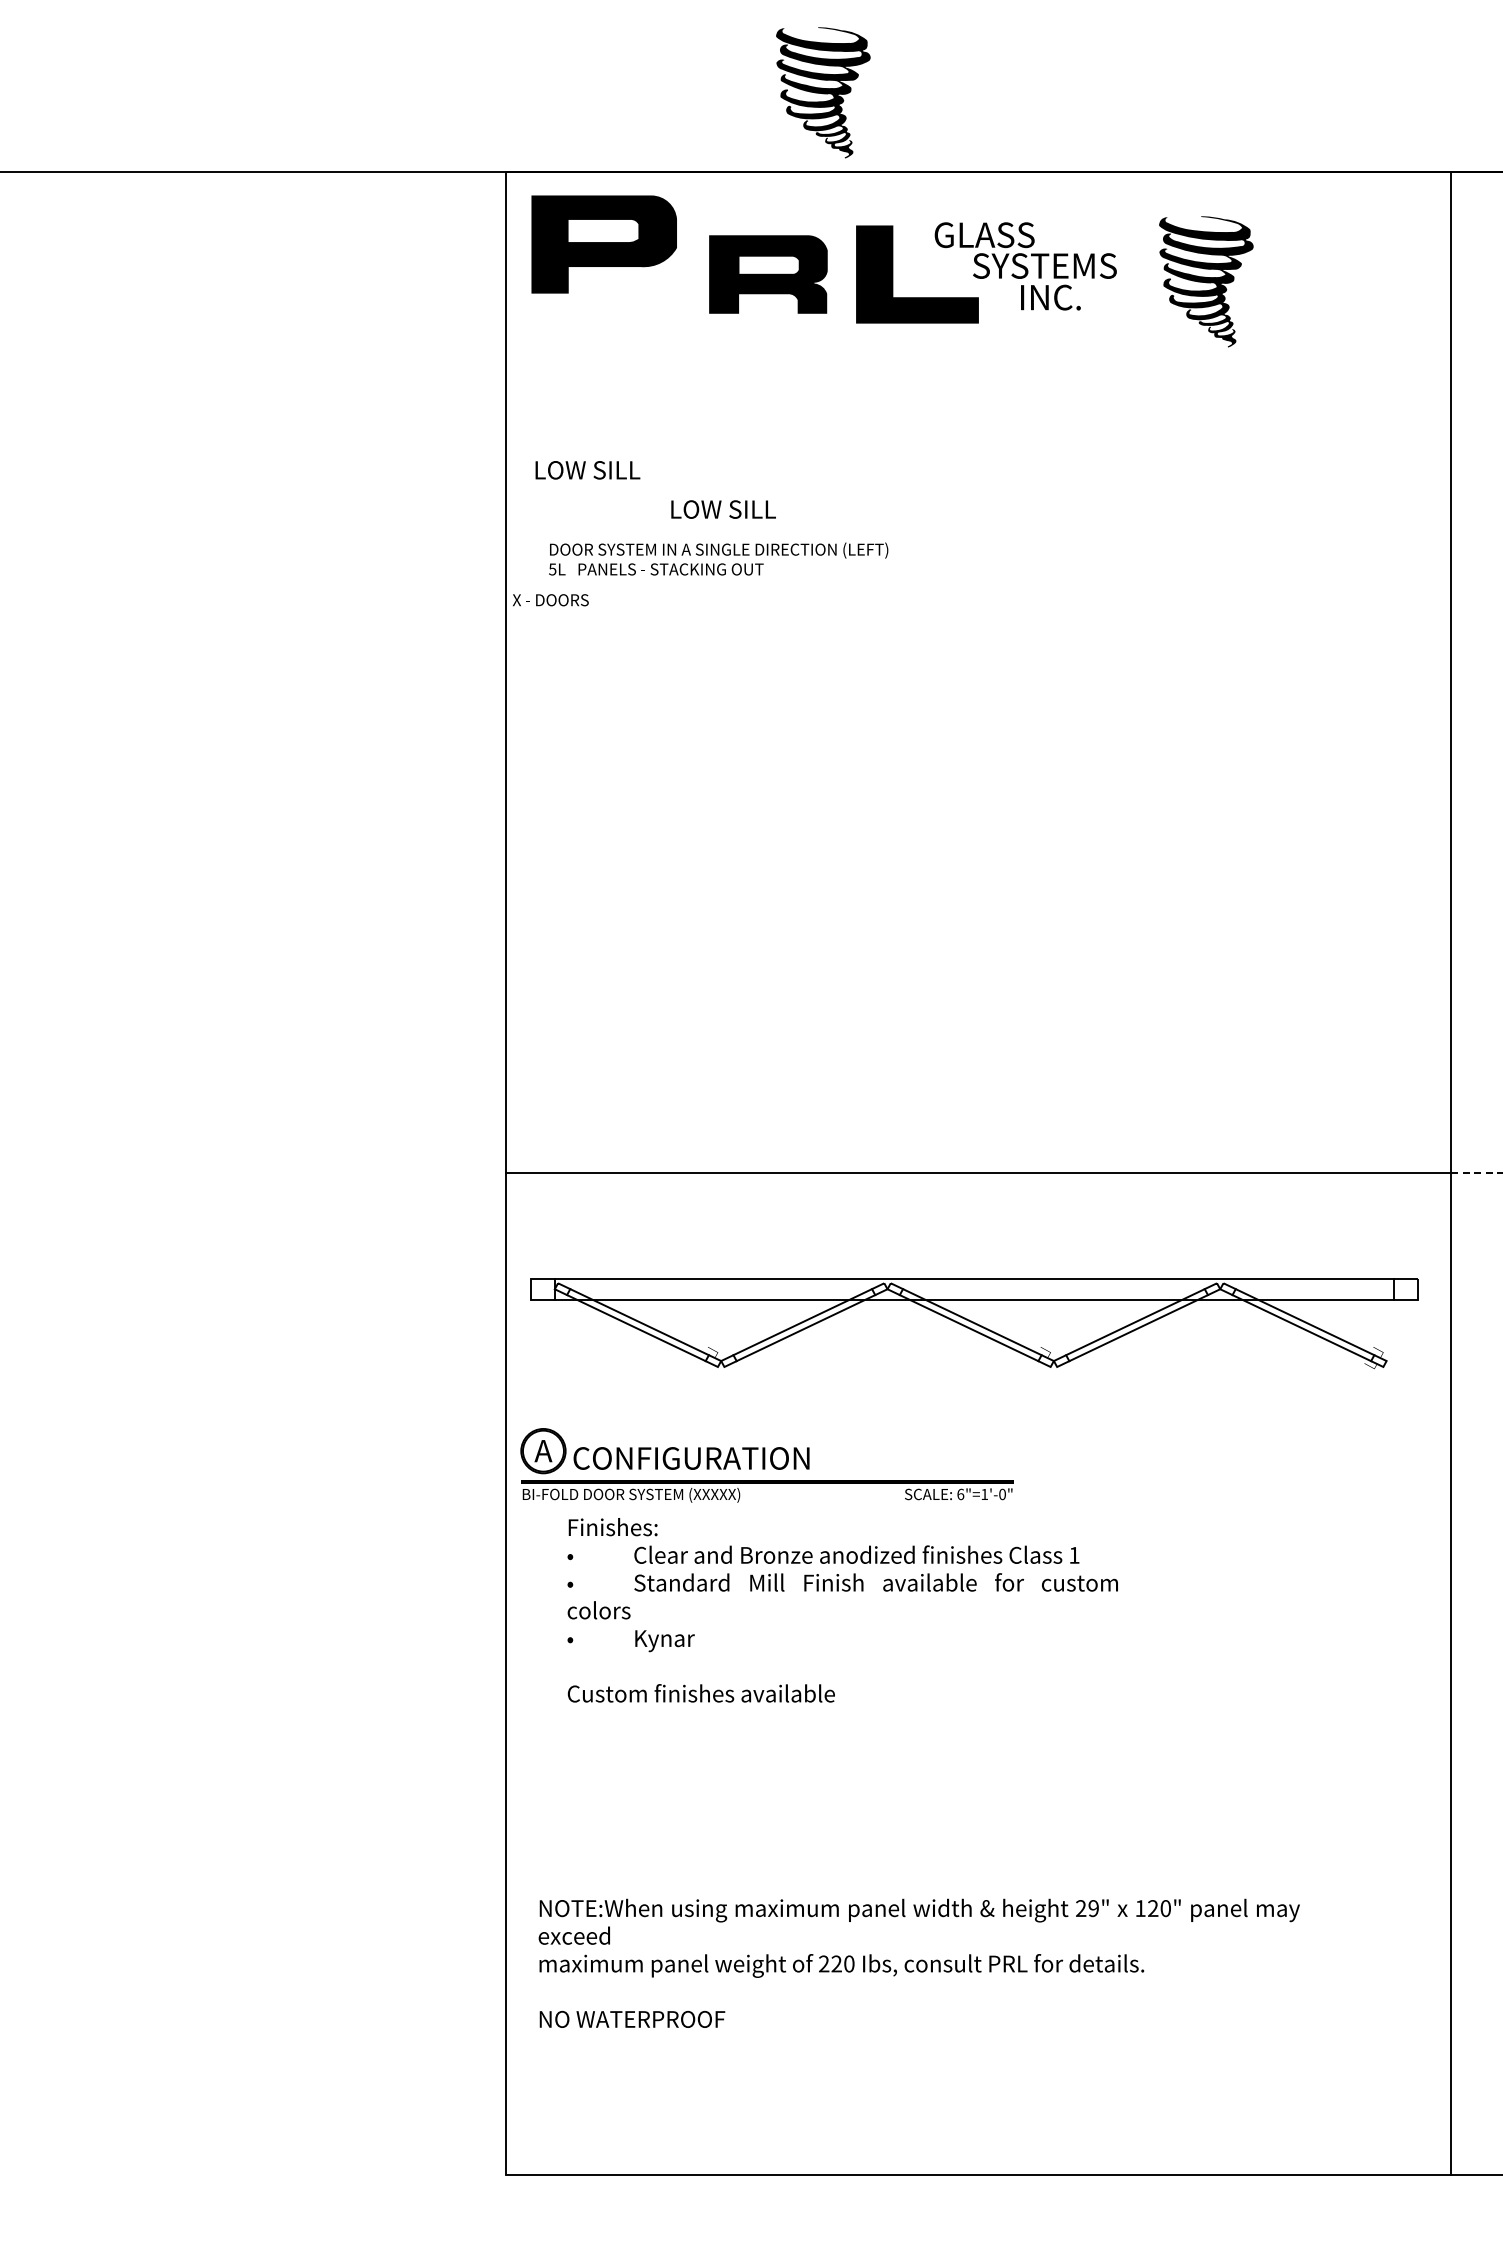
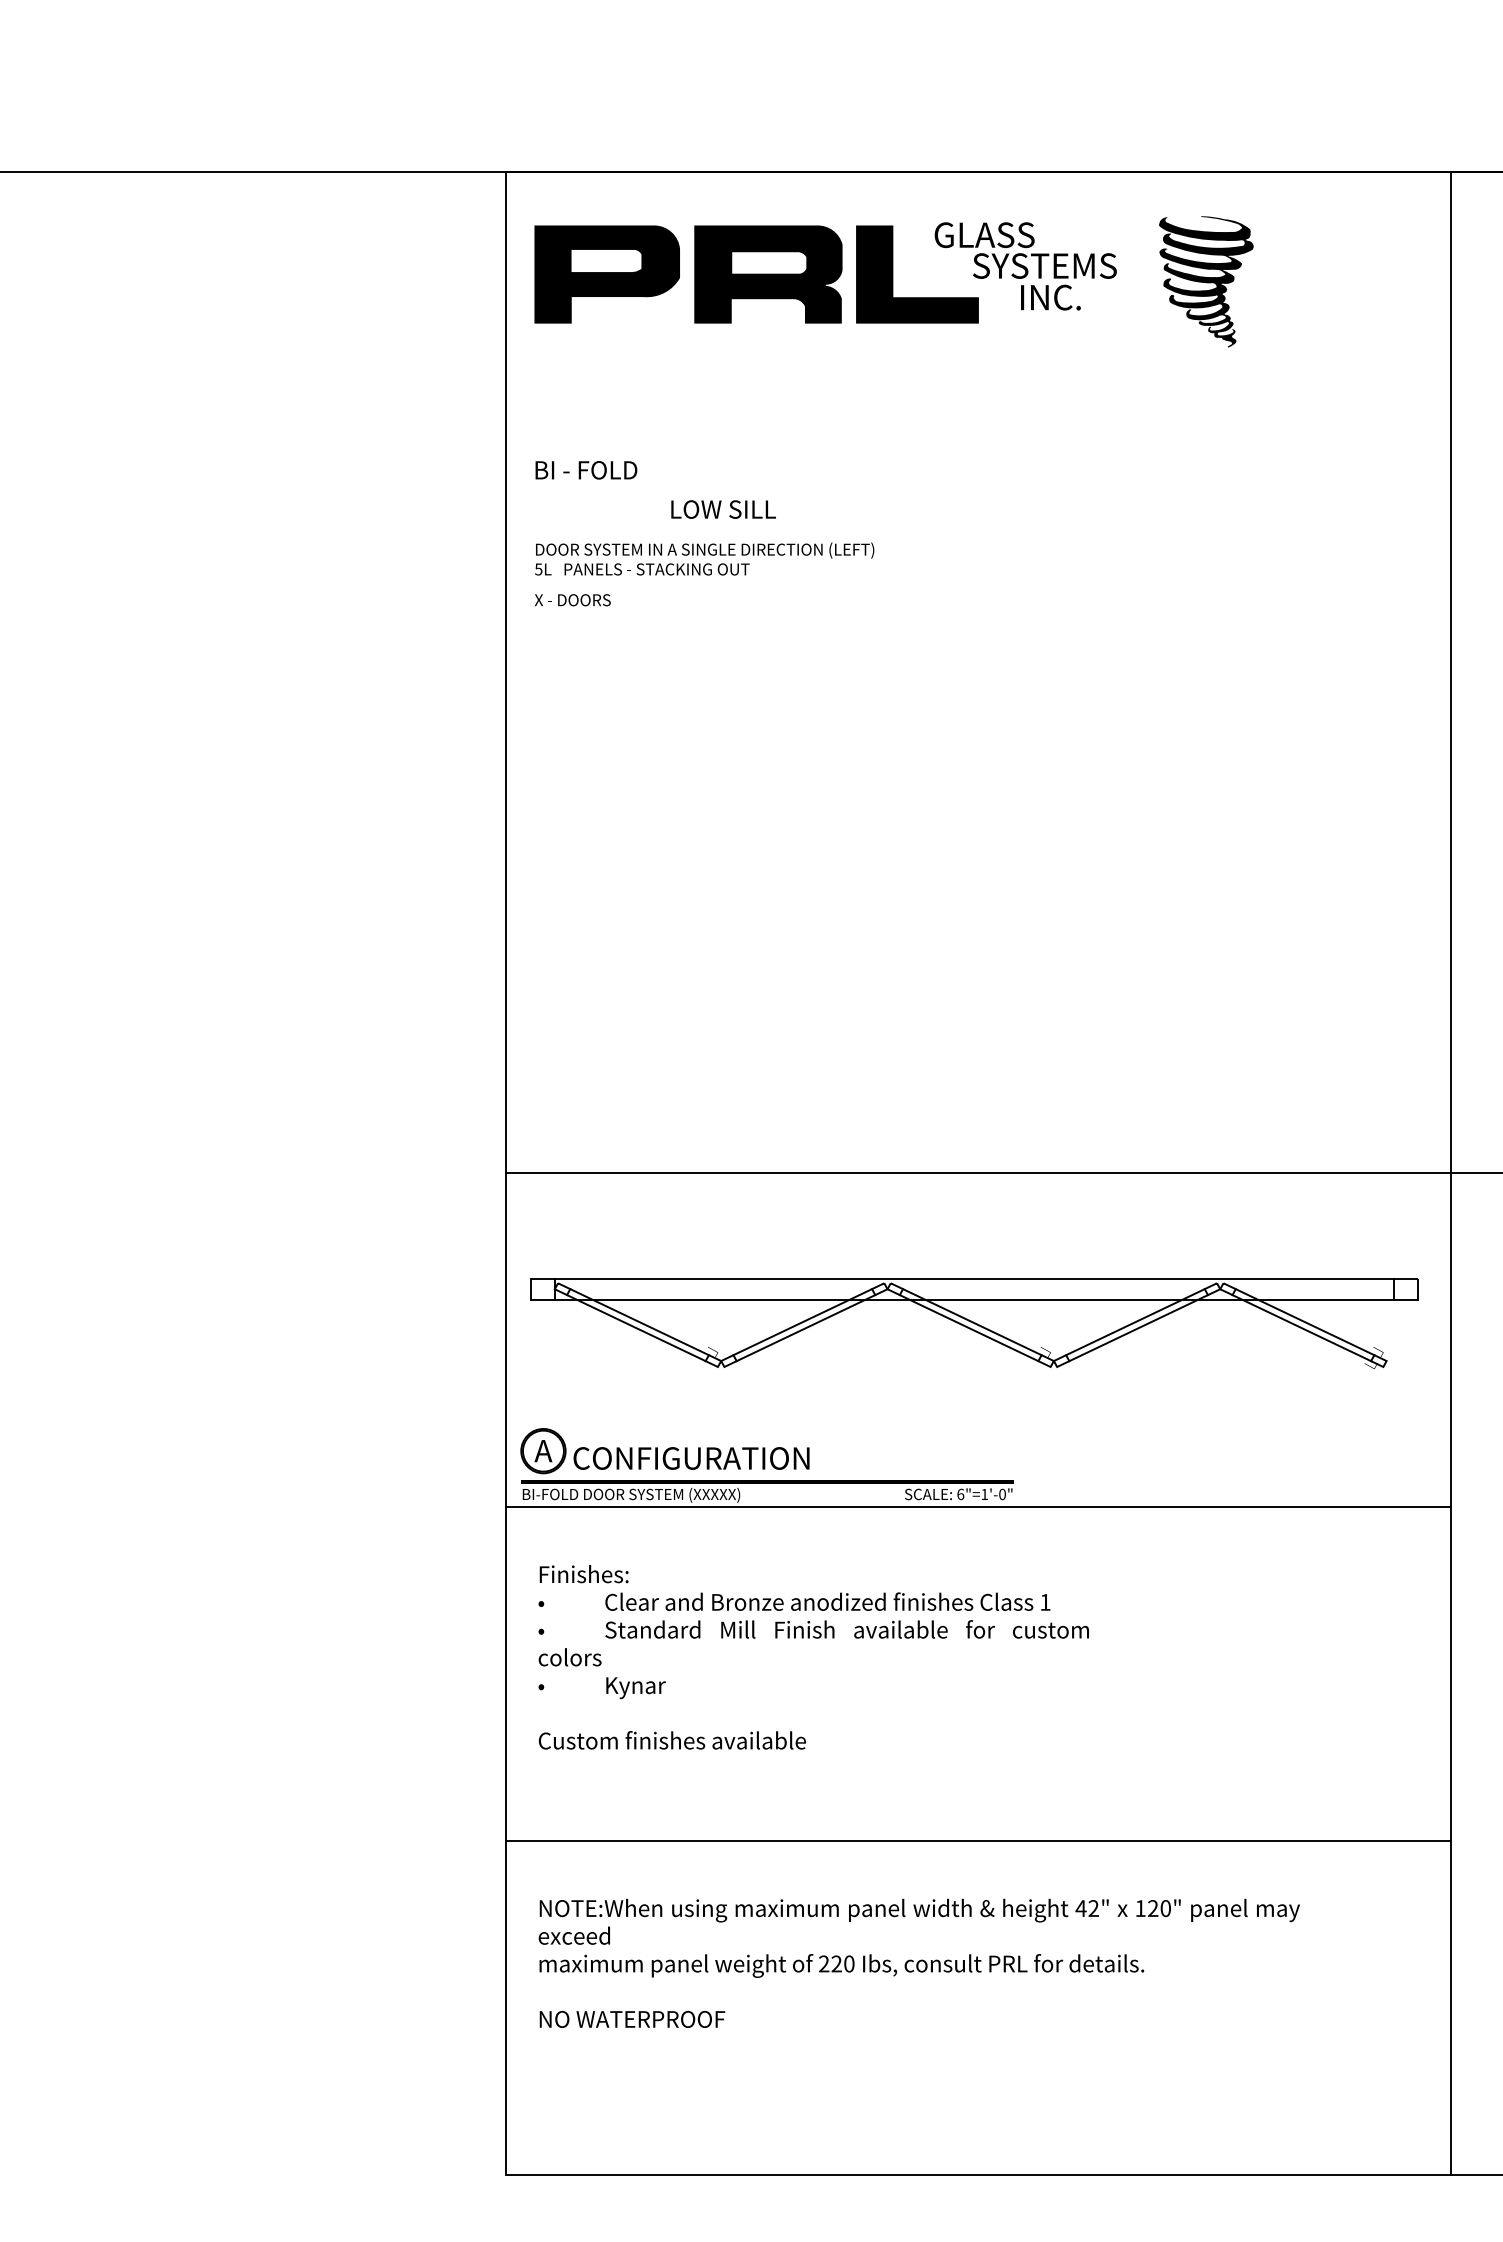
part at (823, 92): present -> none
part at (603, 244) position: (603, 244) -> (606, 274)
part at (768, 274) size: 119x79 px -> 149x99 px
text at (588, 470): LOW SILL -> BI - FOLD
text at (718, 558) position: (718, 558) -> (704, 558)
text at (550, 600) position: (550, 600) -> (572, 600)
line at (1477, 1173): dashed -> solid
line at (978, 1507): none -> present
text at (842, 1610) position: (842, 1610) -> (813, 1657)
line at (978, 1840): none -> present
text at (1086, 1908): 29" -> 42"
